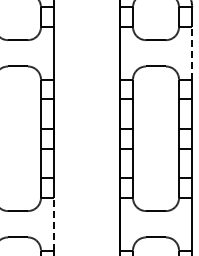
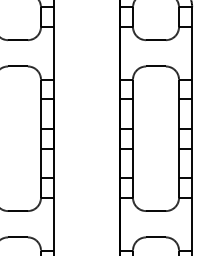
line at (192, 52): dashed -> solid
line at (54, 223): dashed -> solid
